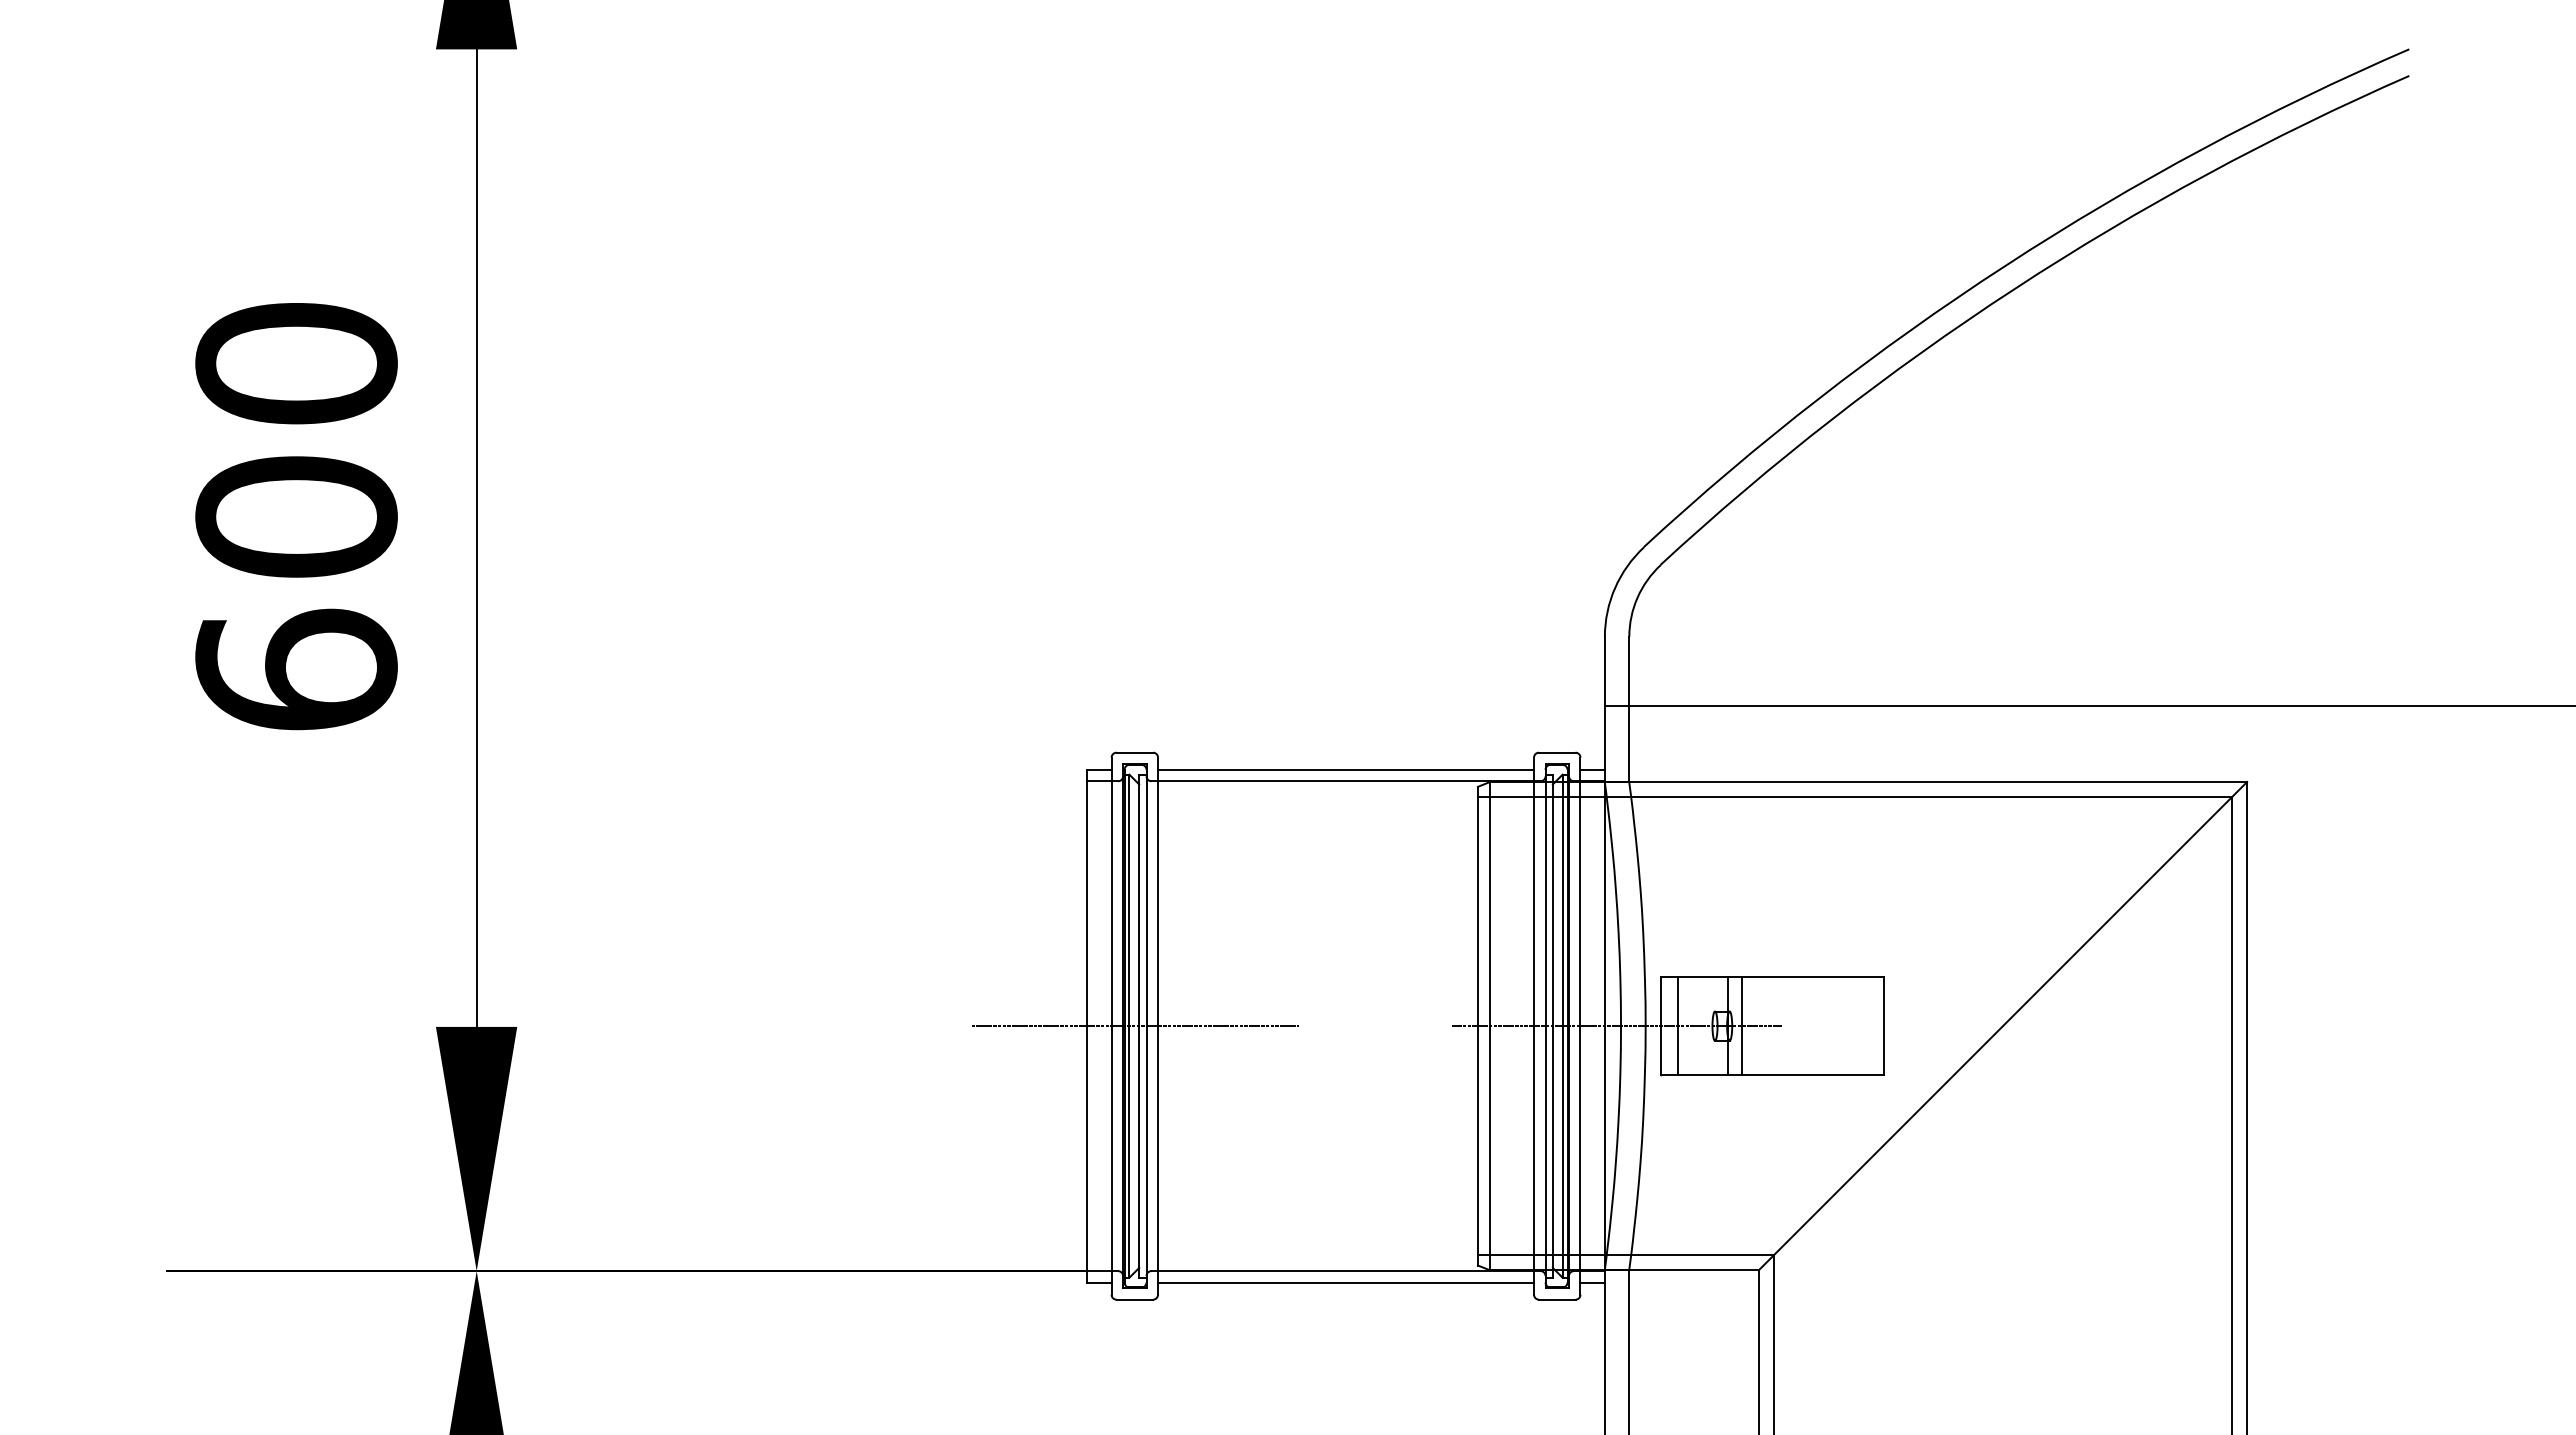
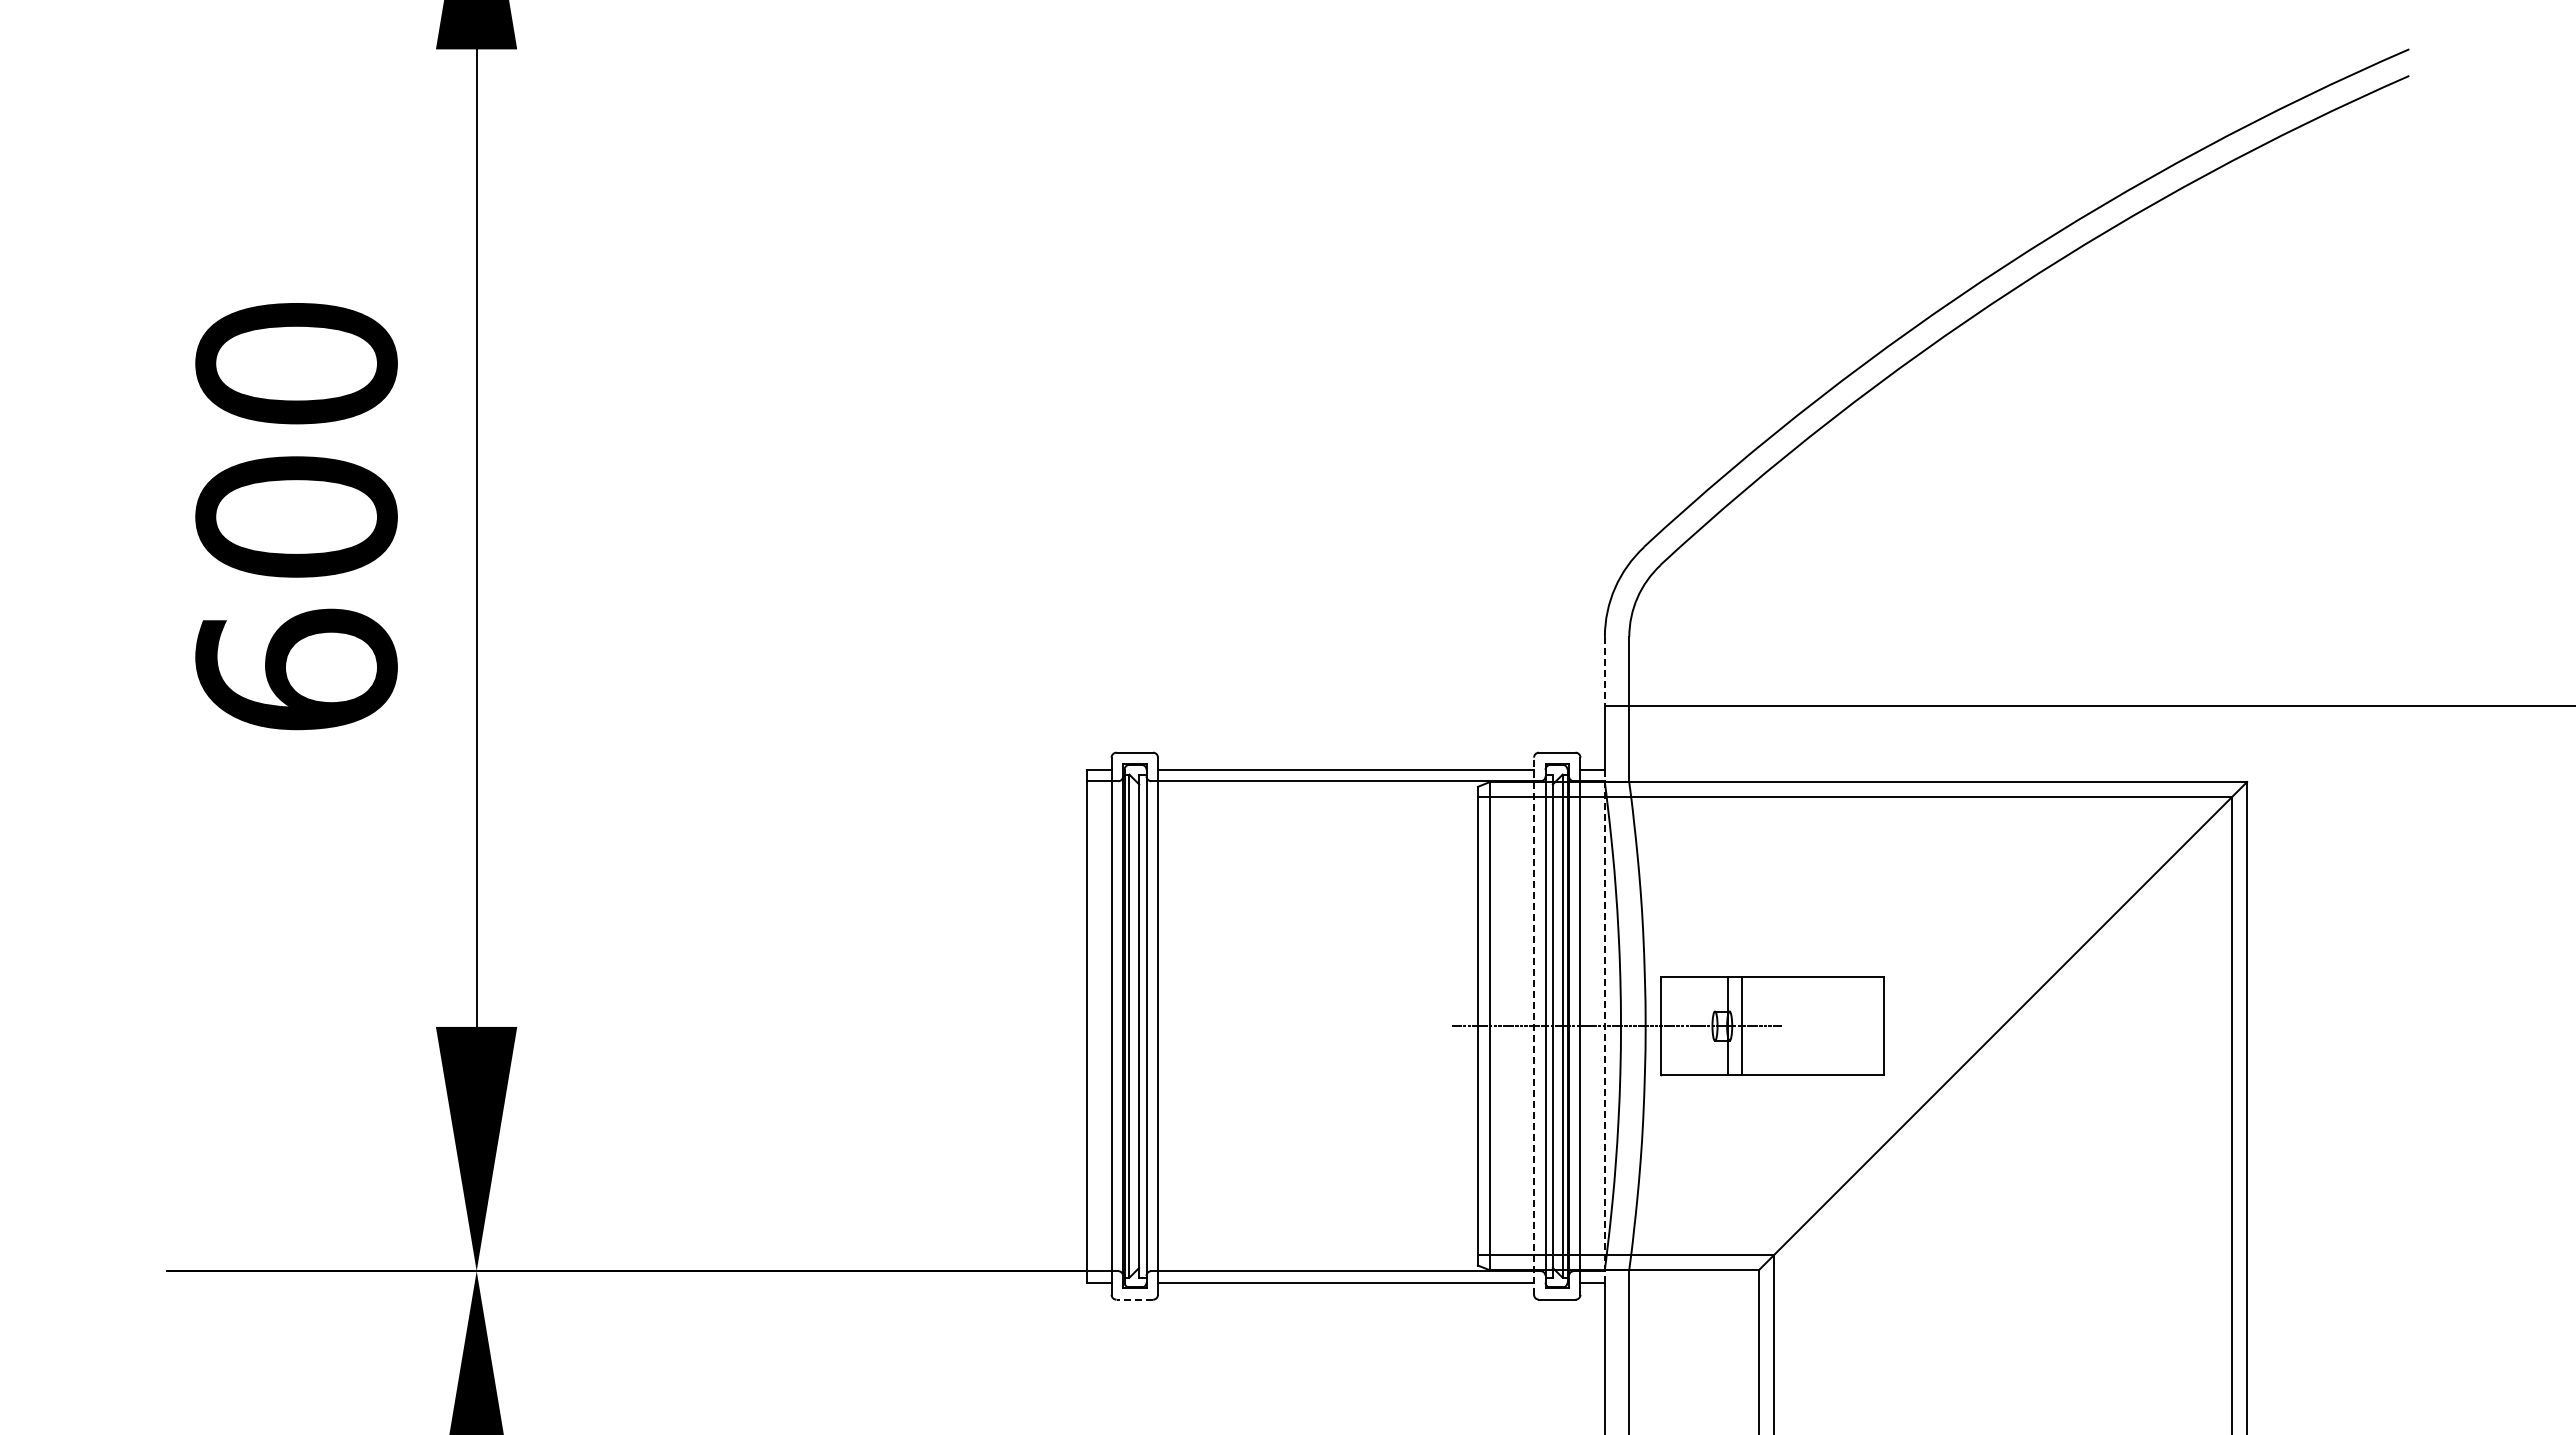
line at (1604, 671): solid -> dashed
line at (1135, 1026): present -> none
line at (1534, 1026): solid -> dashed
line at (1604, 1026): solid -> dashed
line at (1677, 1026): present -> none
line at (1134, 1299): solid -> dashed
